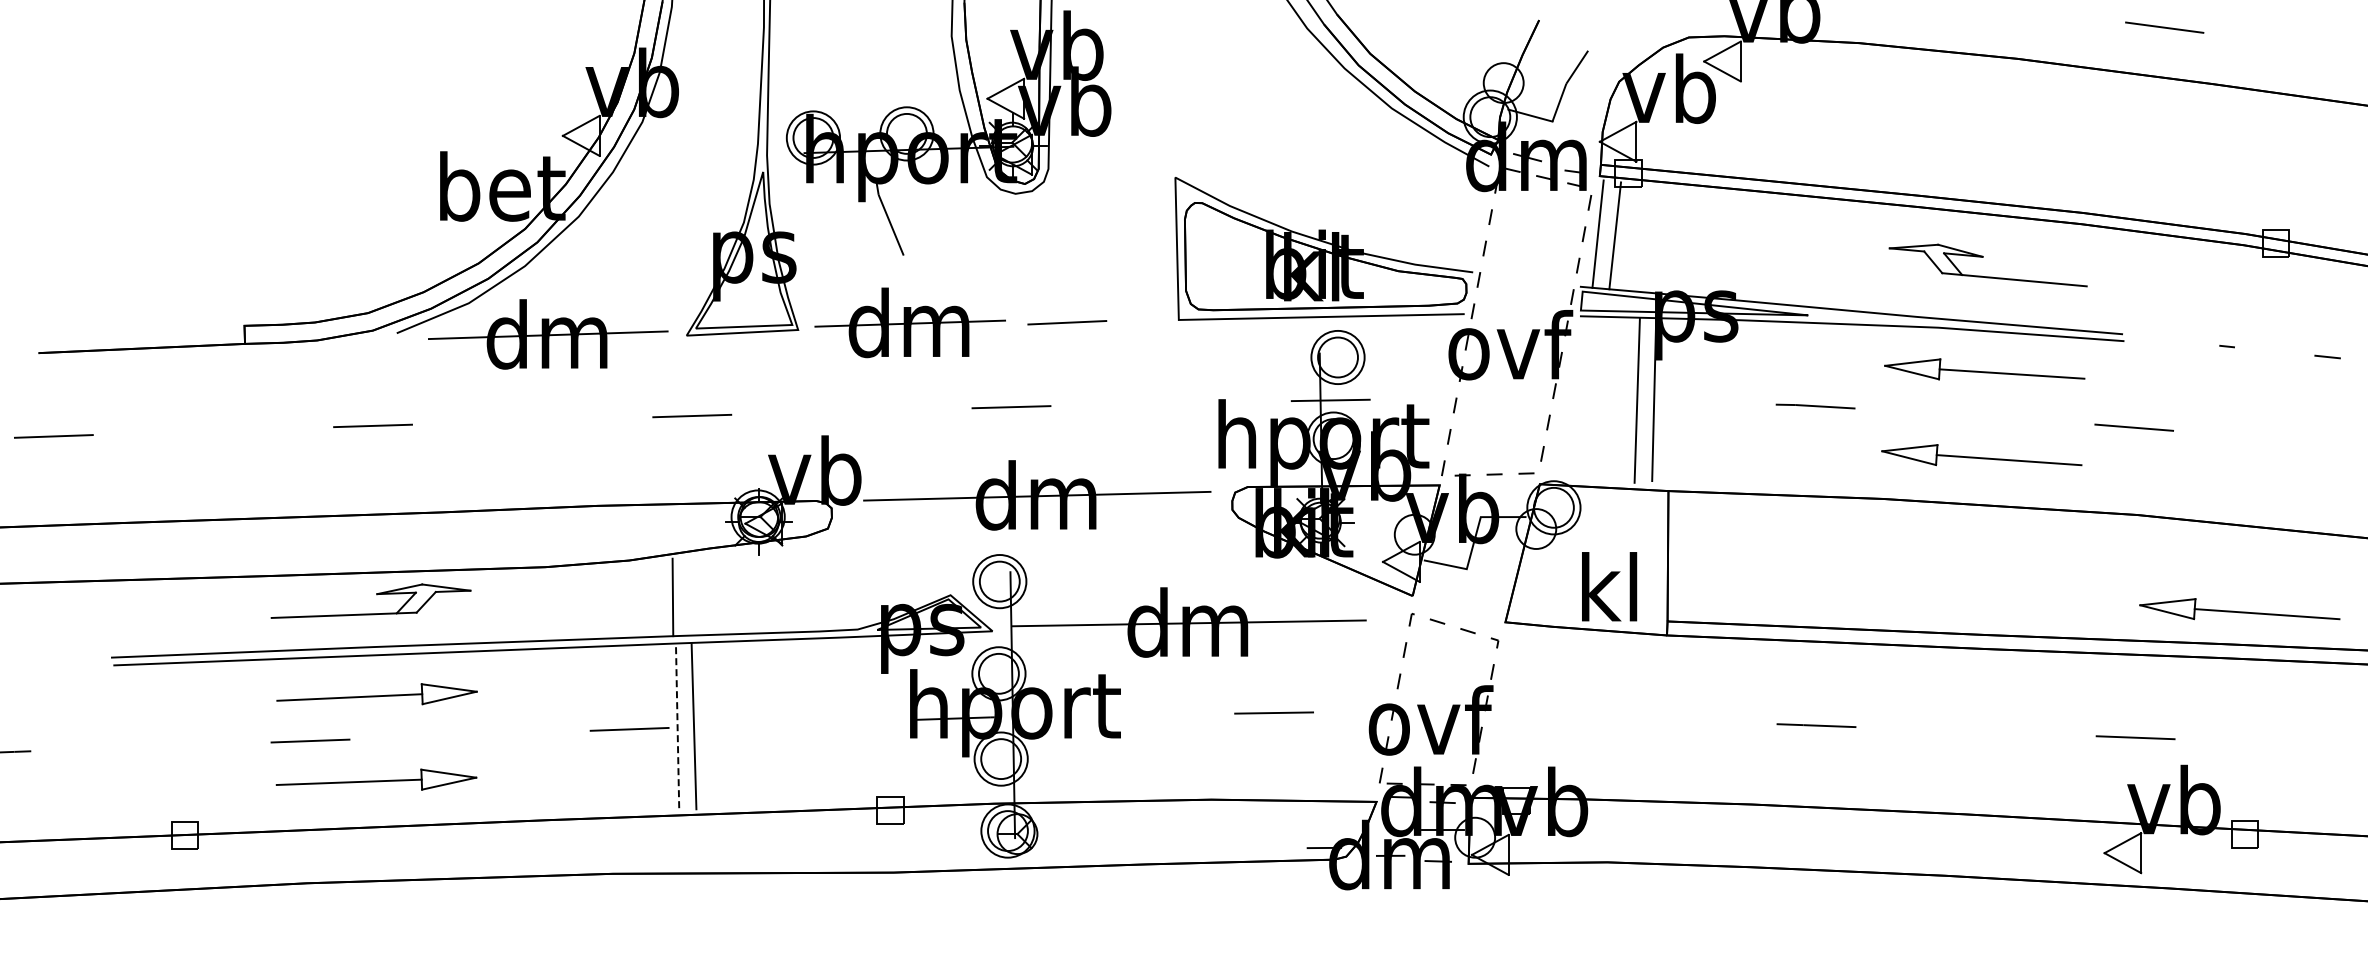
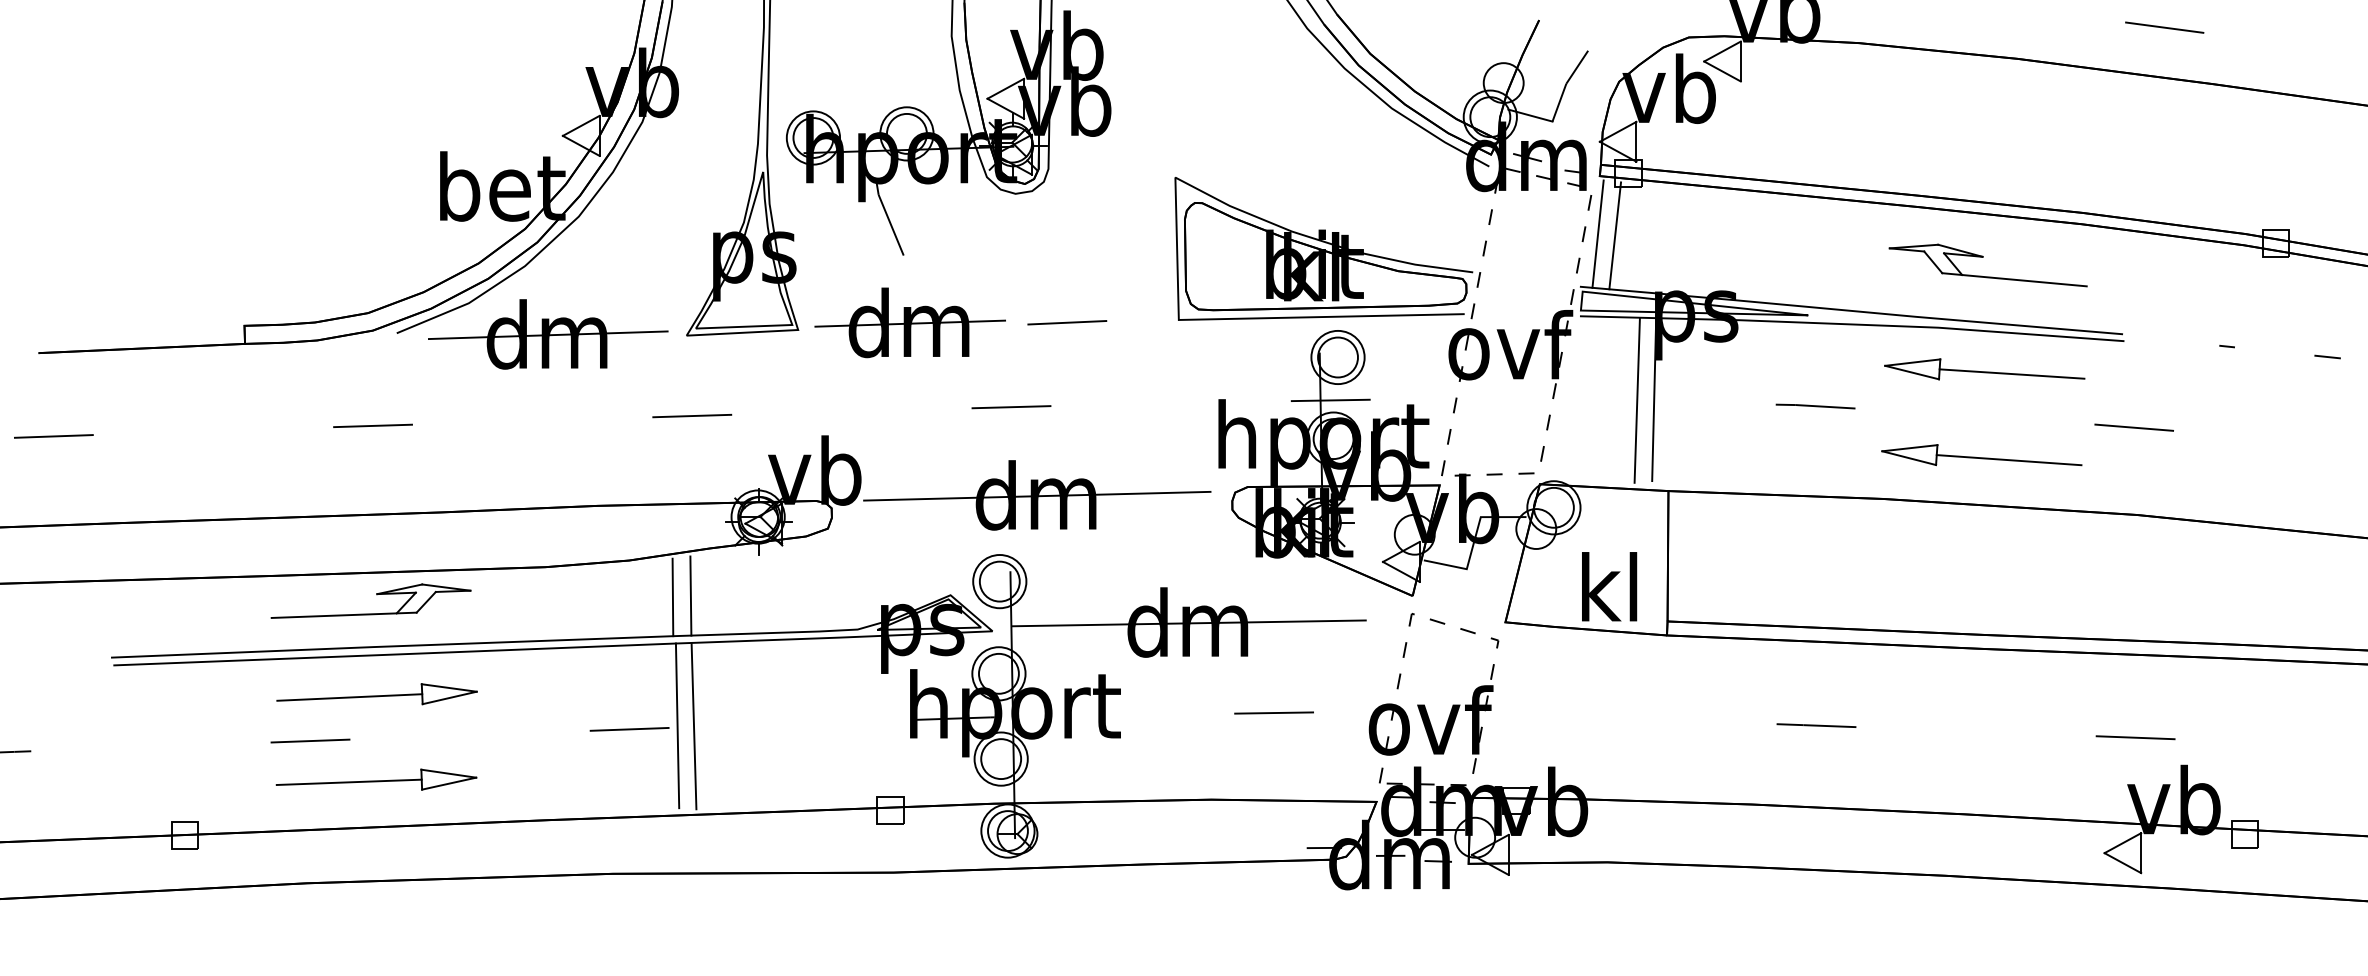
line at (690, 595): none -> present
part at (2239, 609): present -> none
line at (677, 725): dashed -> solid
